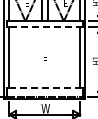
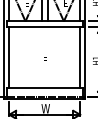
line at (44, 27): dashed -> solid
line at (45, 88): dashed -> solid
